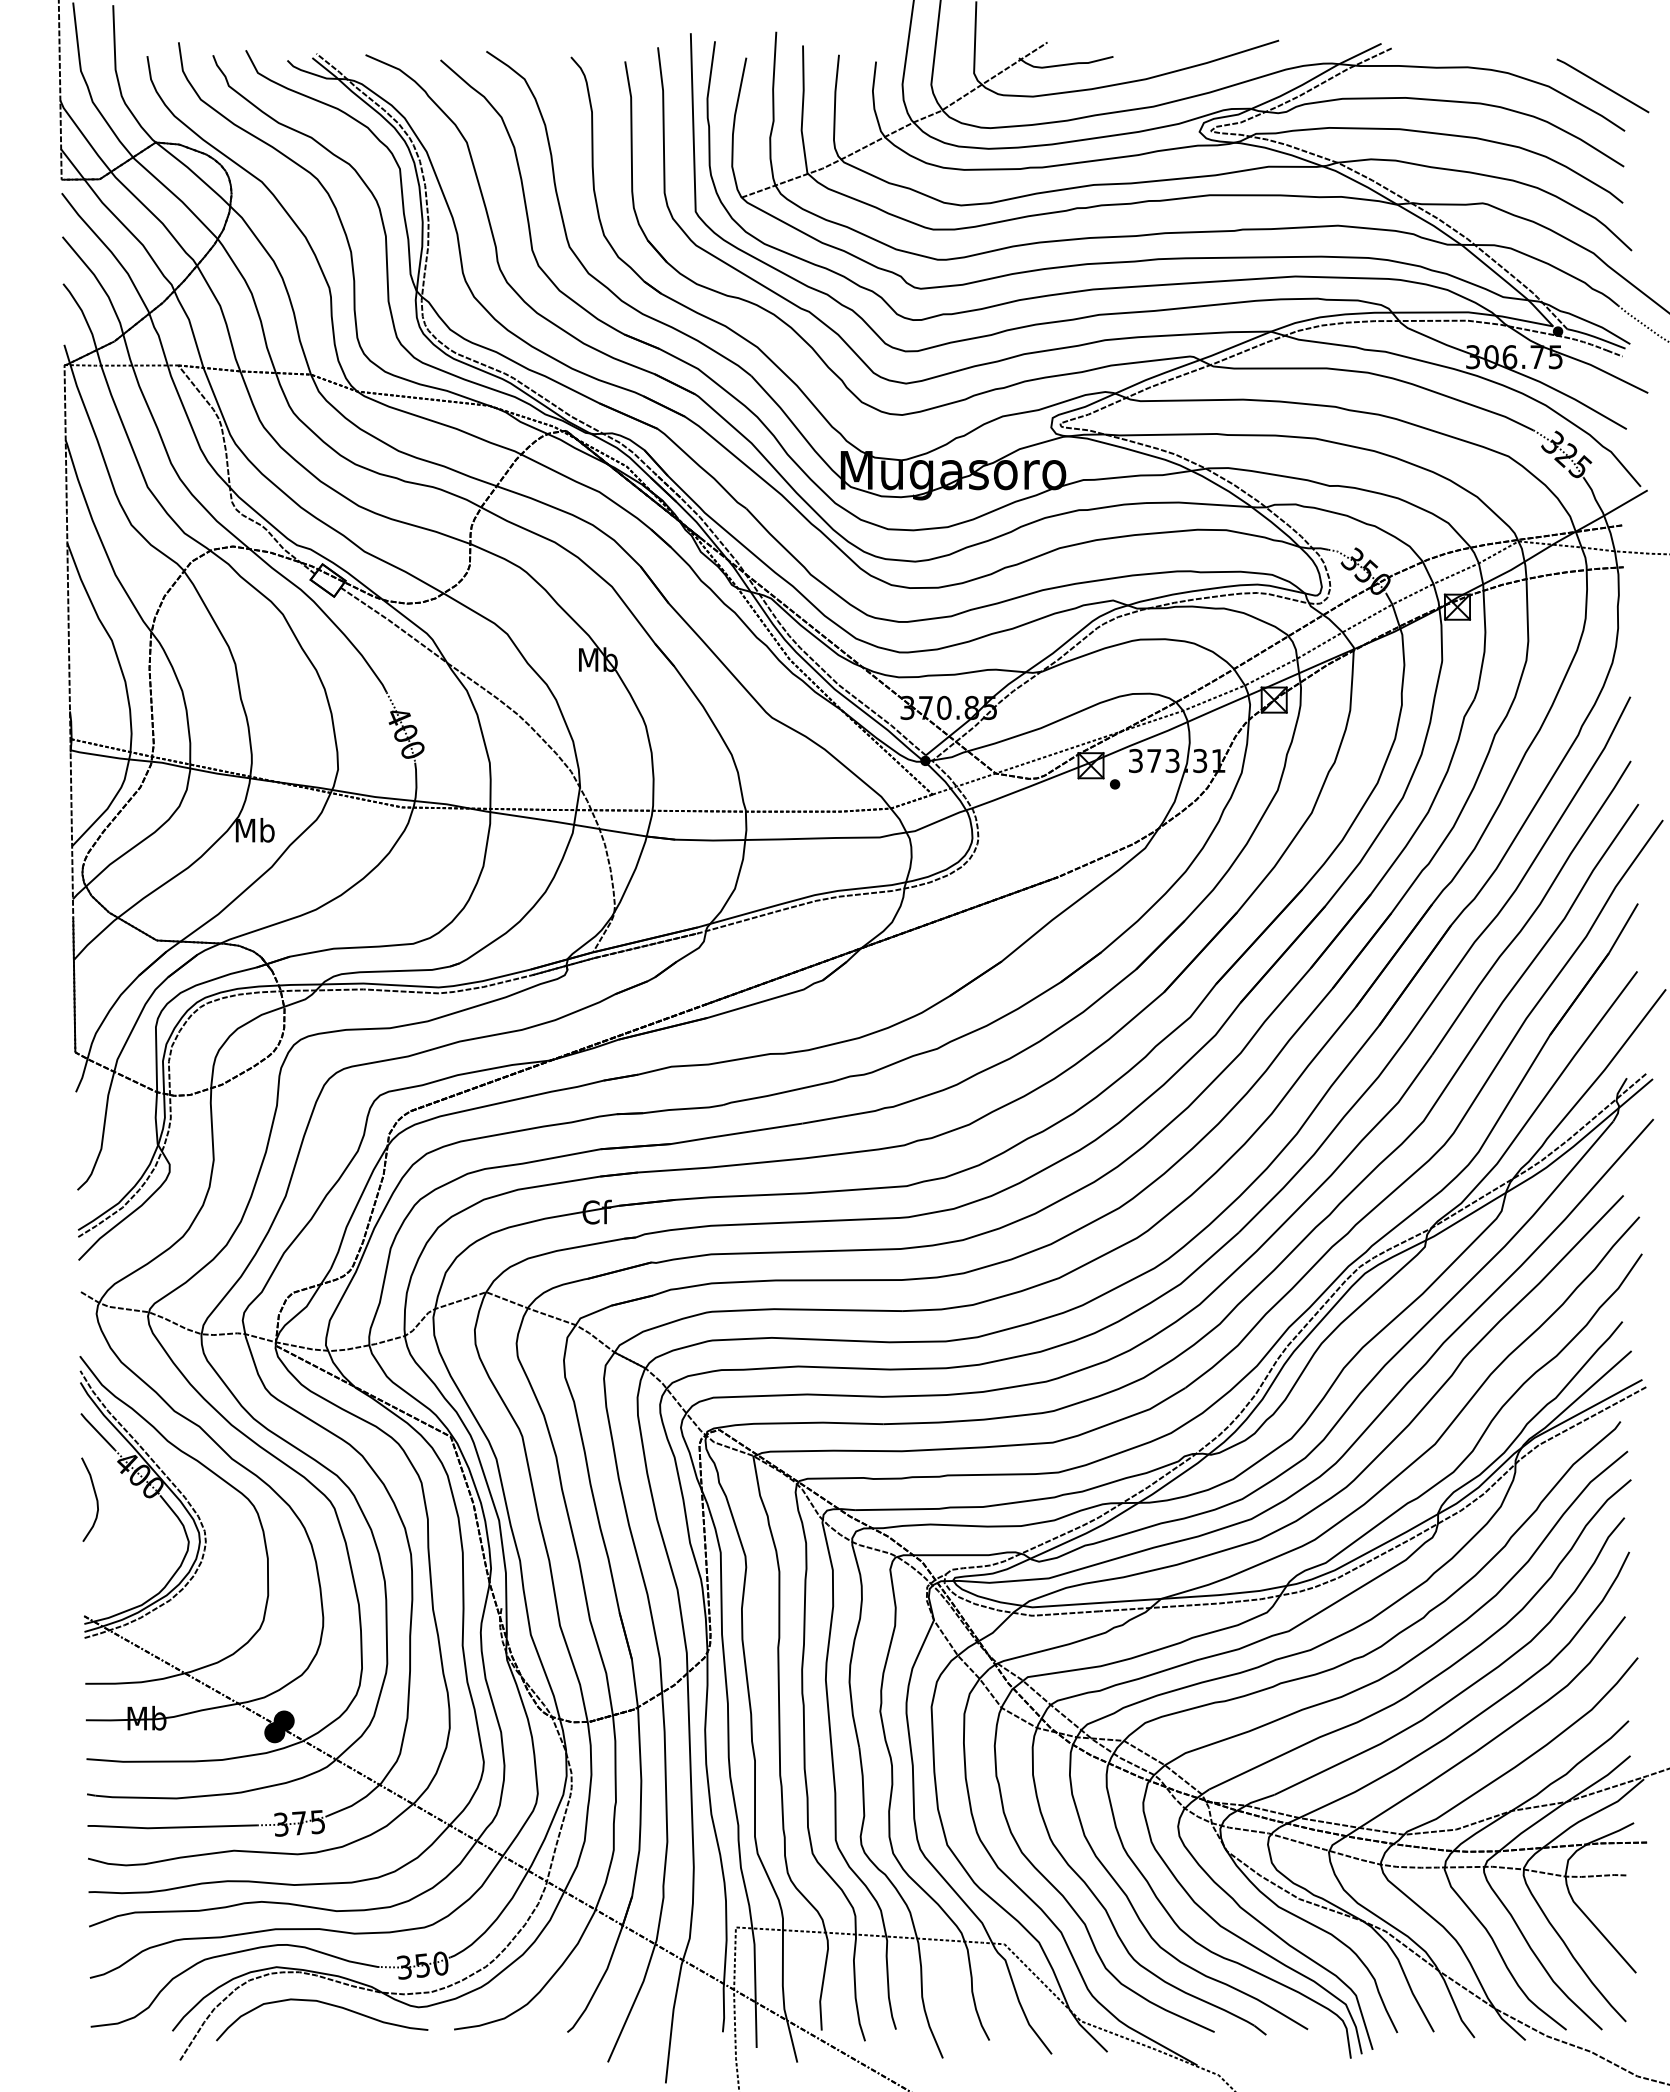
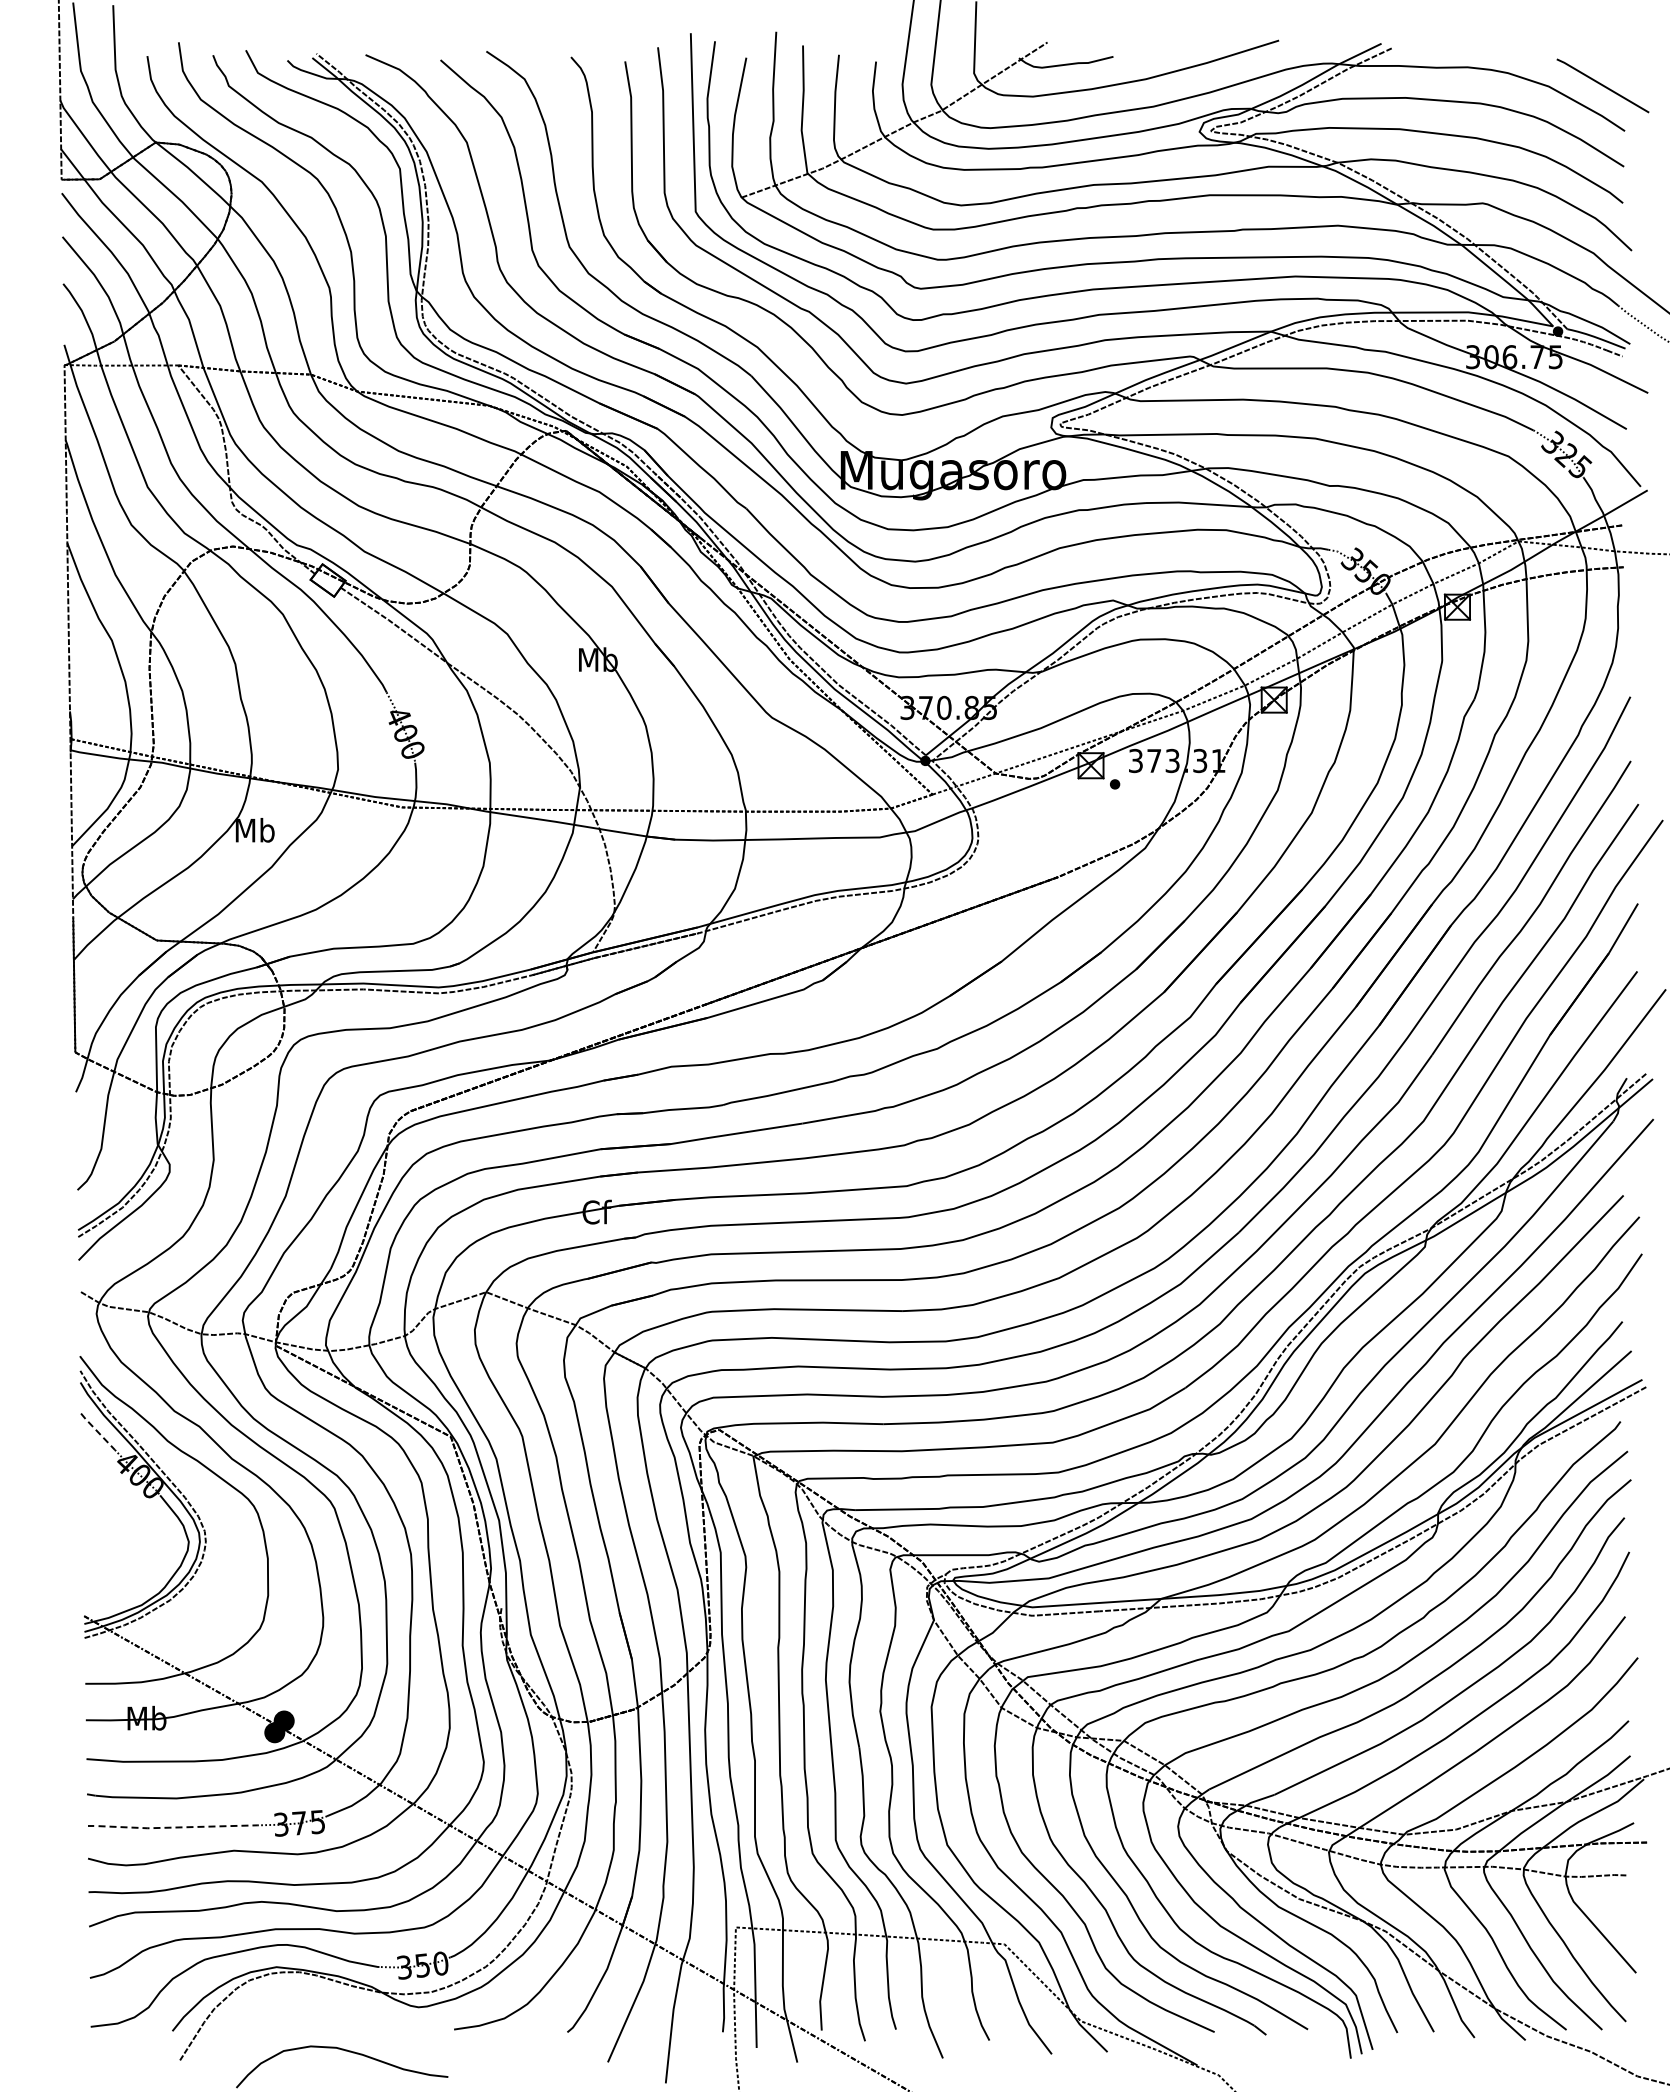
line at (97, 1431): solid -> dashed
curve at (95, 1498): present -> none
line at (171, 1827): solid -> dashed
curve at (325, 2004) position: (325, 2004) -> (345, 2051)
